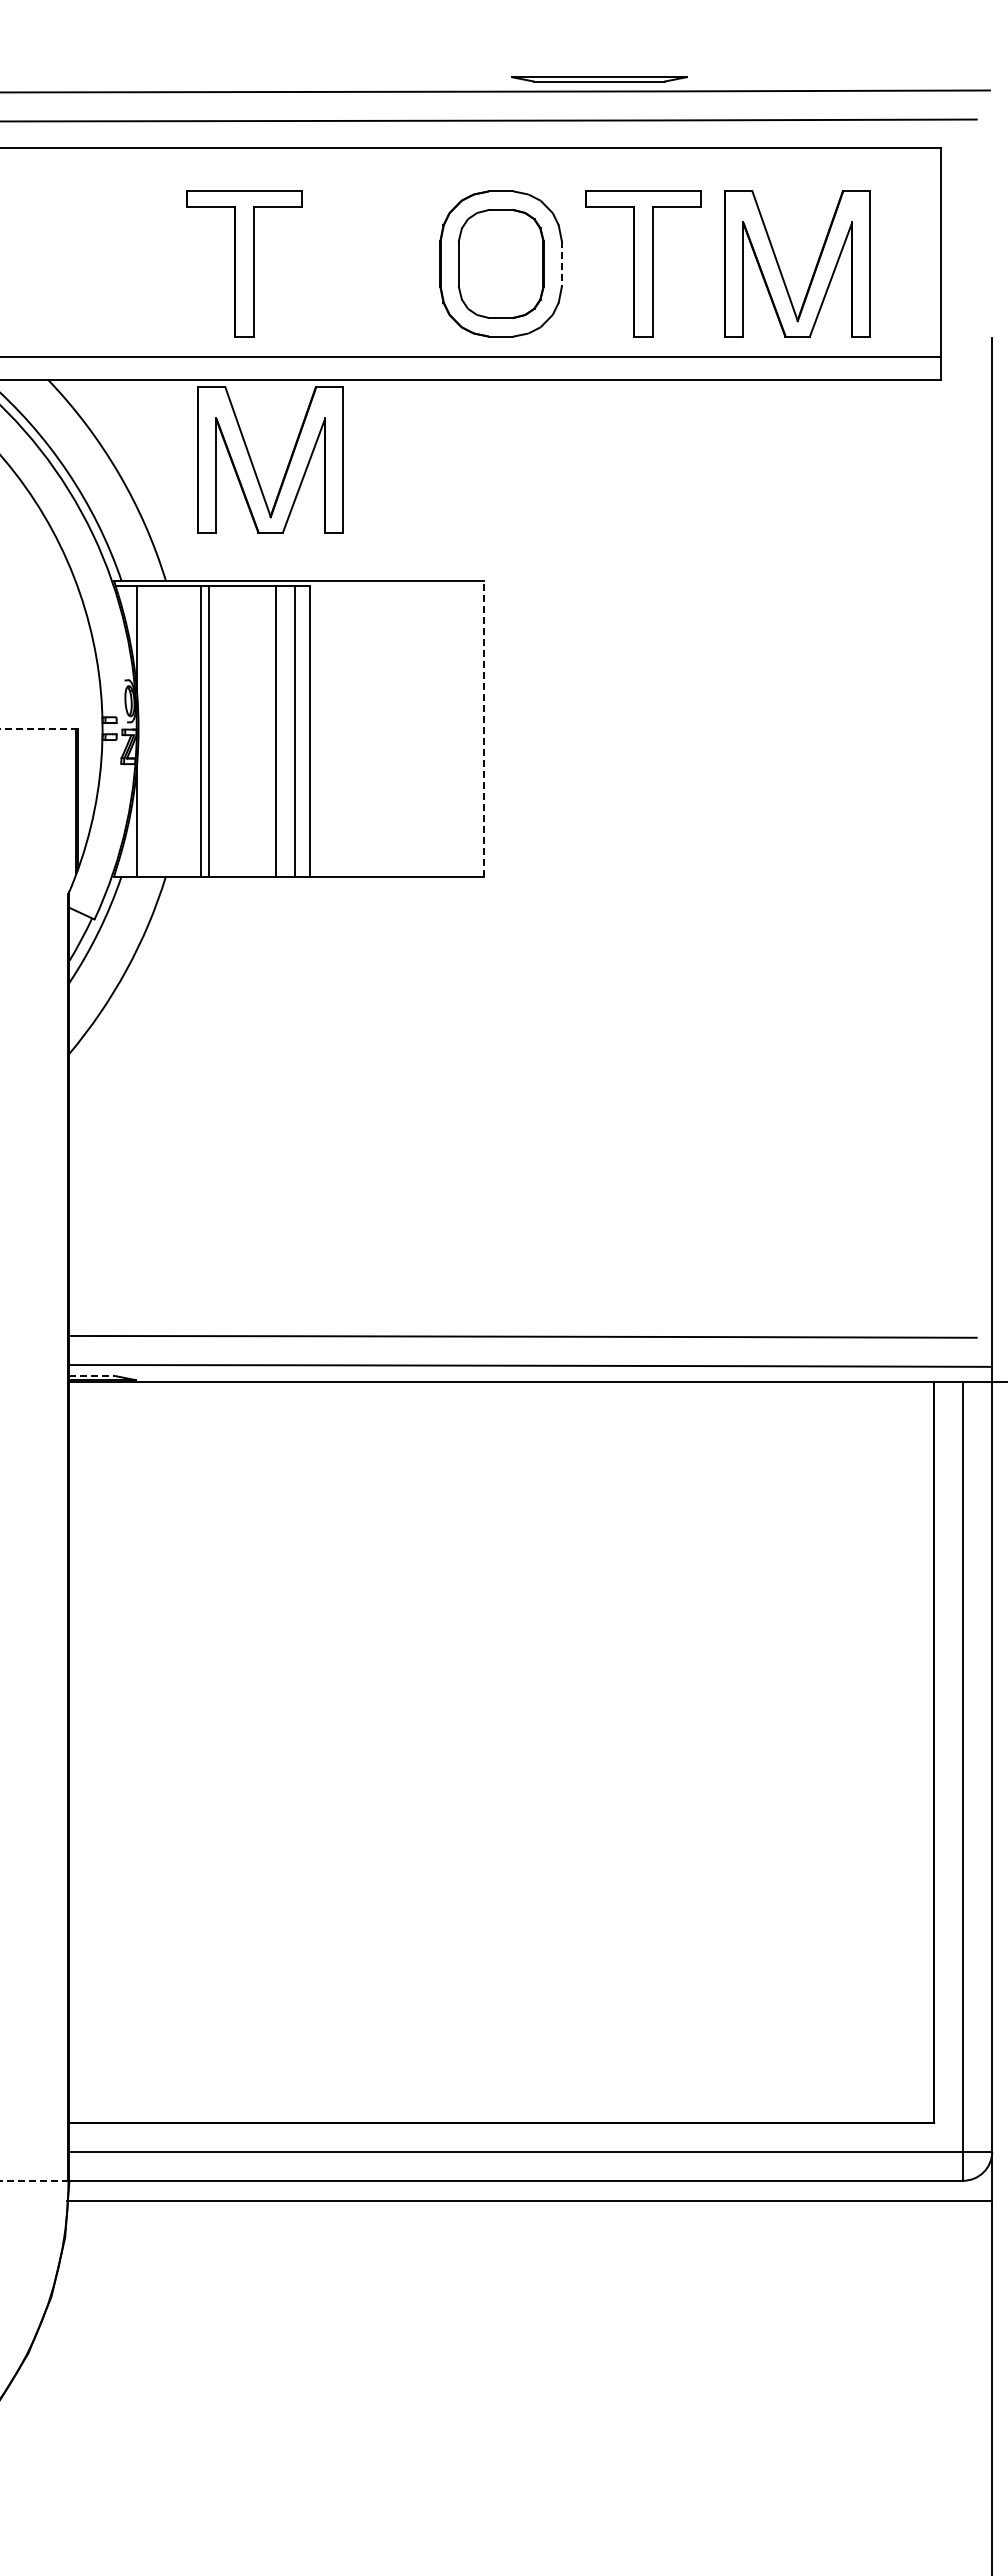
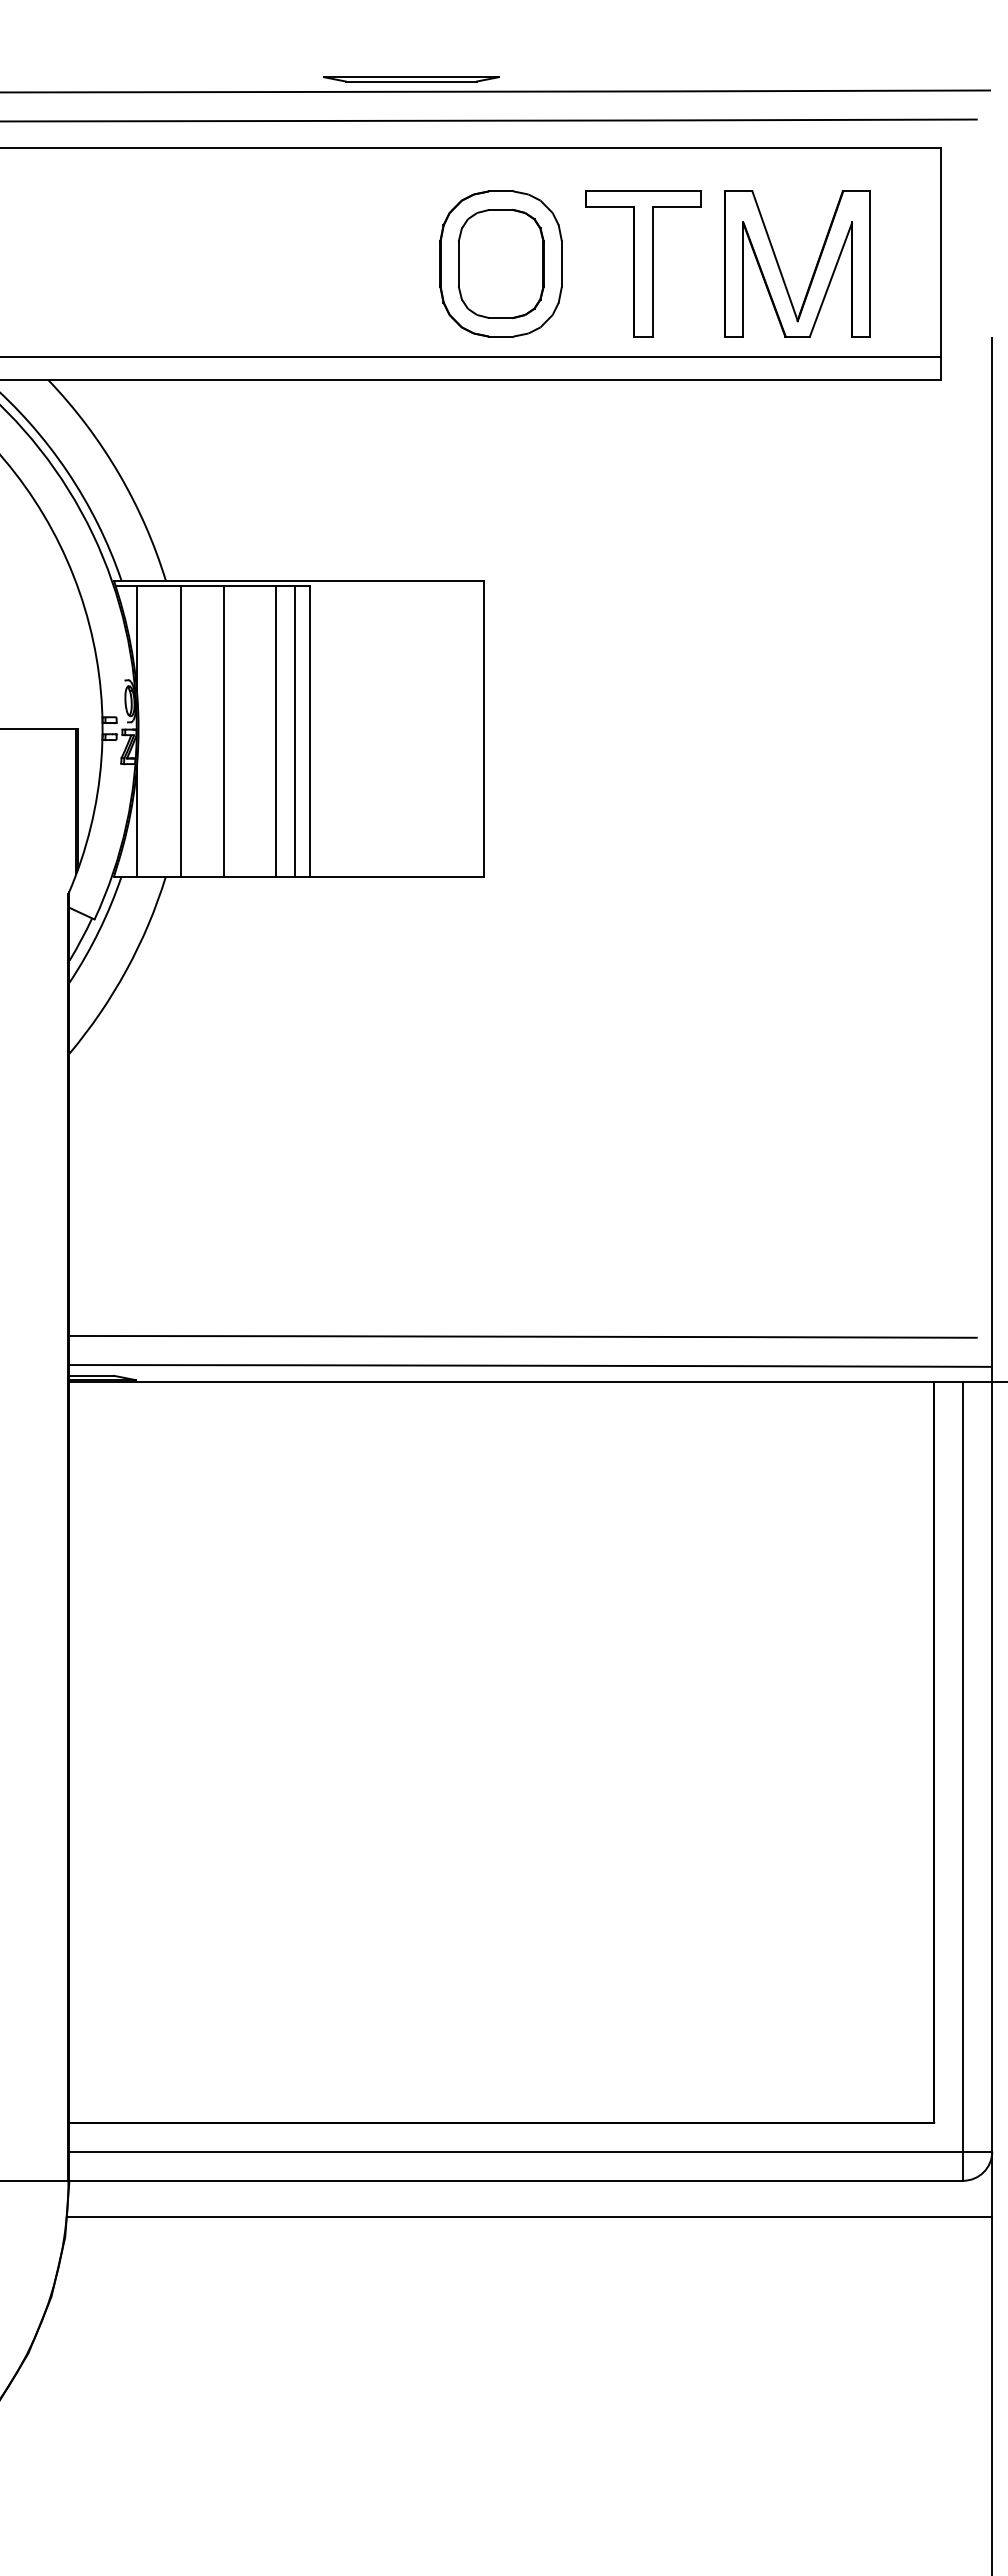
part at (599, 79) position: (599, 79) -> (411, 79)
part at (244, 263): present -> none
line at (561, 264): dashed -> solid
part at (254, 466): present -> none
line at (38, 728): dashed -> solid
line at (484, 728): dashed -> solid
line at (200, 731) position: (200, 731) -> (180, 731)
line at (209, 731) position: (209, 731) -> (224, 731)
line at (92, 1375): dashed -> solid
line at (34, 2180): dashed -> solid
line at (529, 2201) position: (529, 2201) -> (529, 2217)
